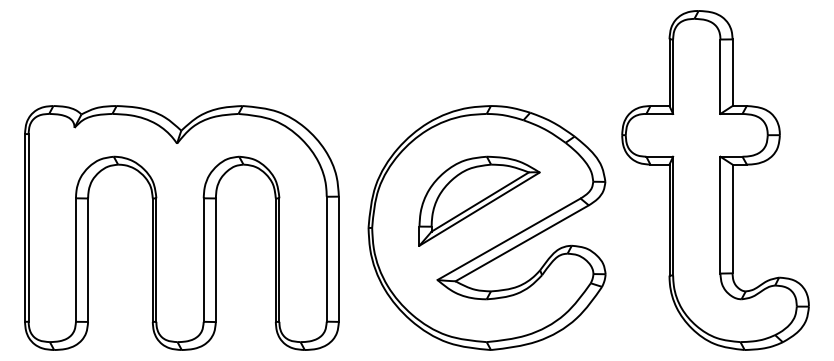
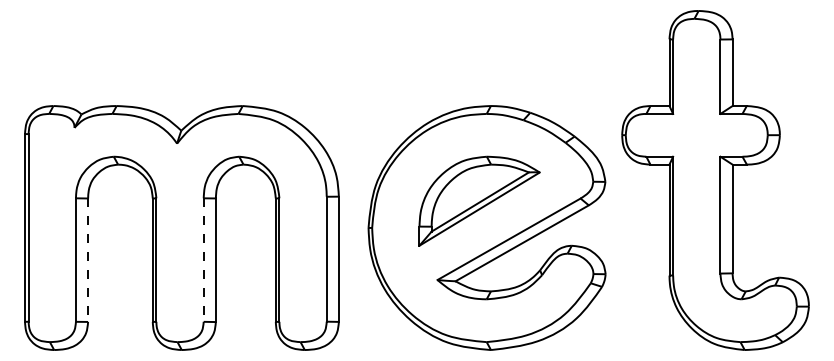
line at (88, 260): solid -> dashed
line at (203, 260): solid -> dashed
